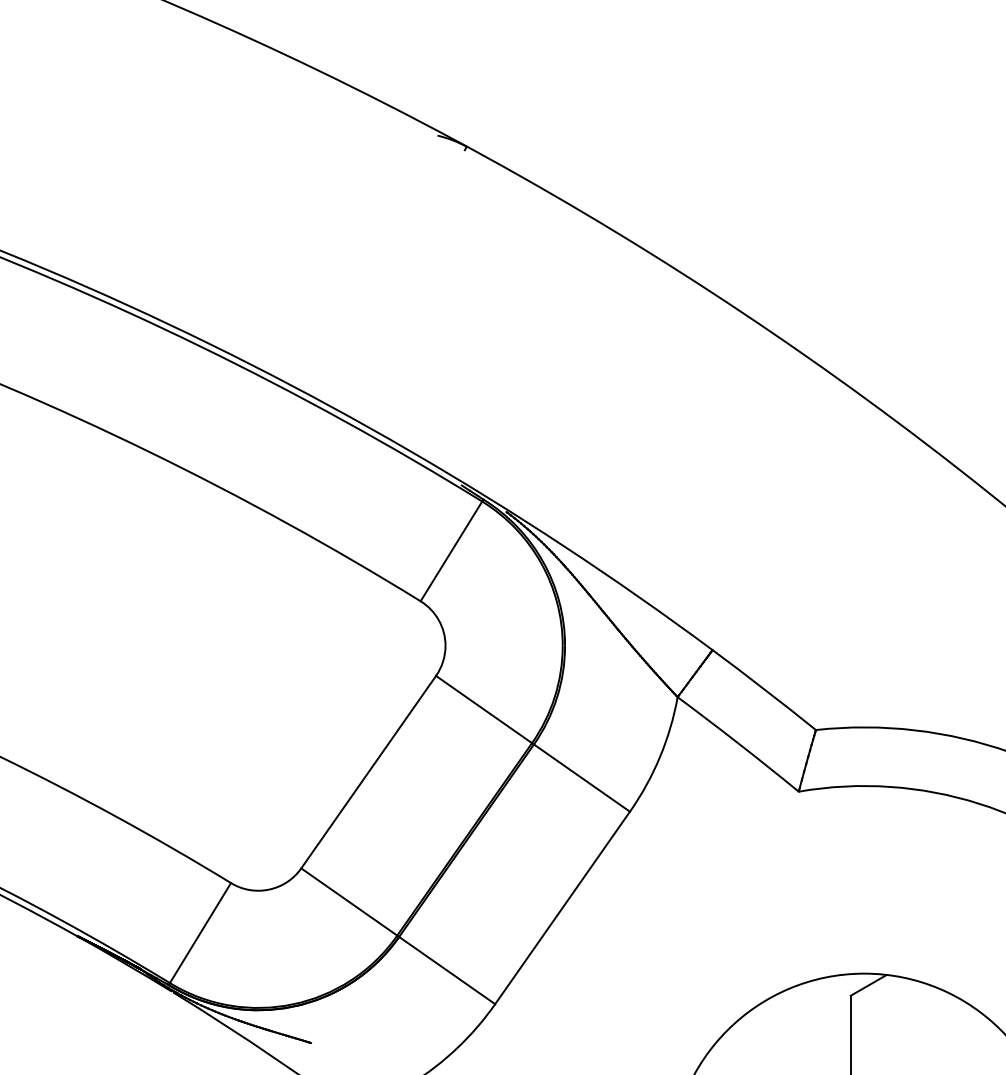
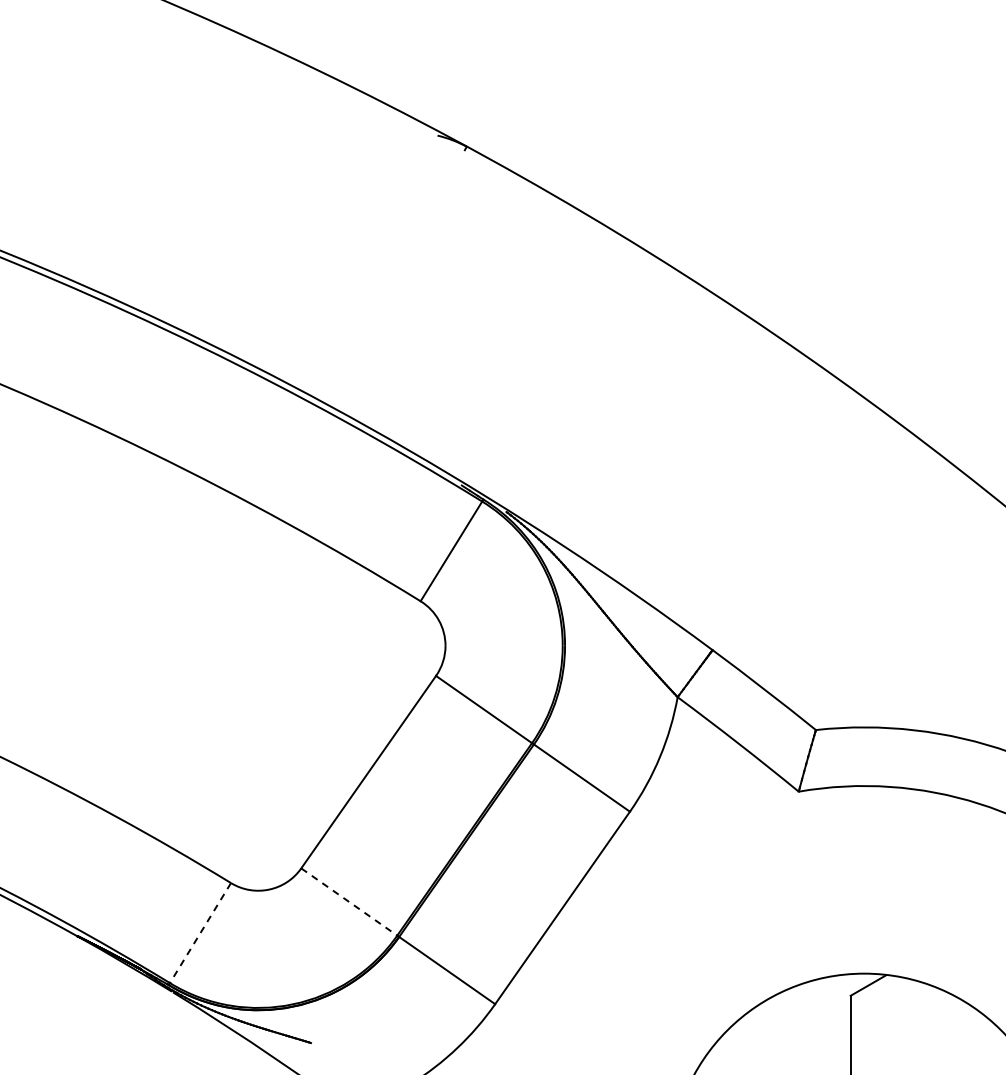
line at (349, 901): solid -> dashed
line at (200, 933): solid -> dashed
